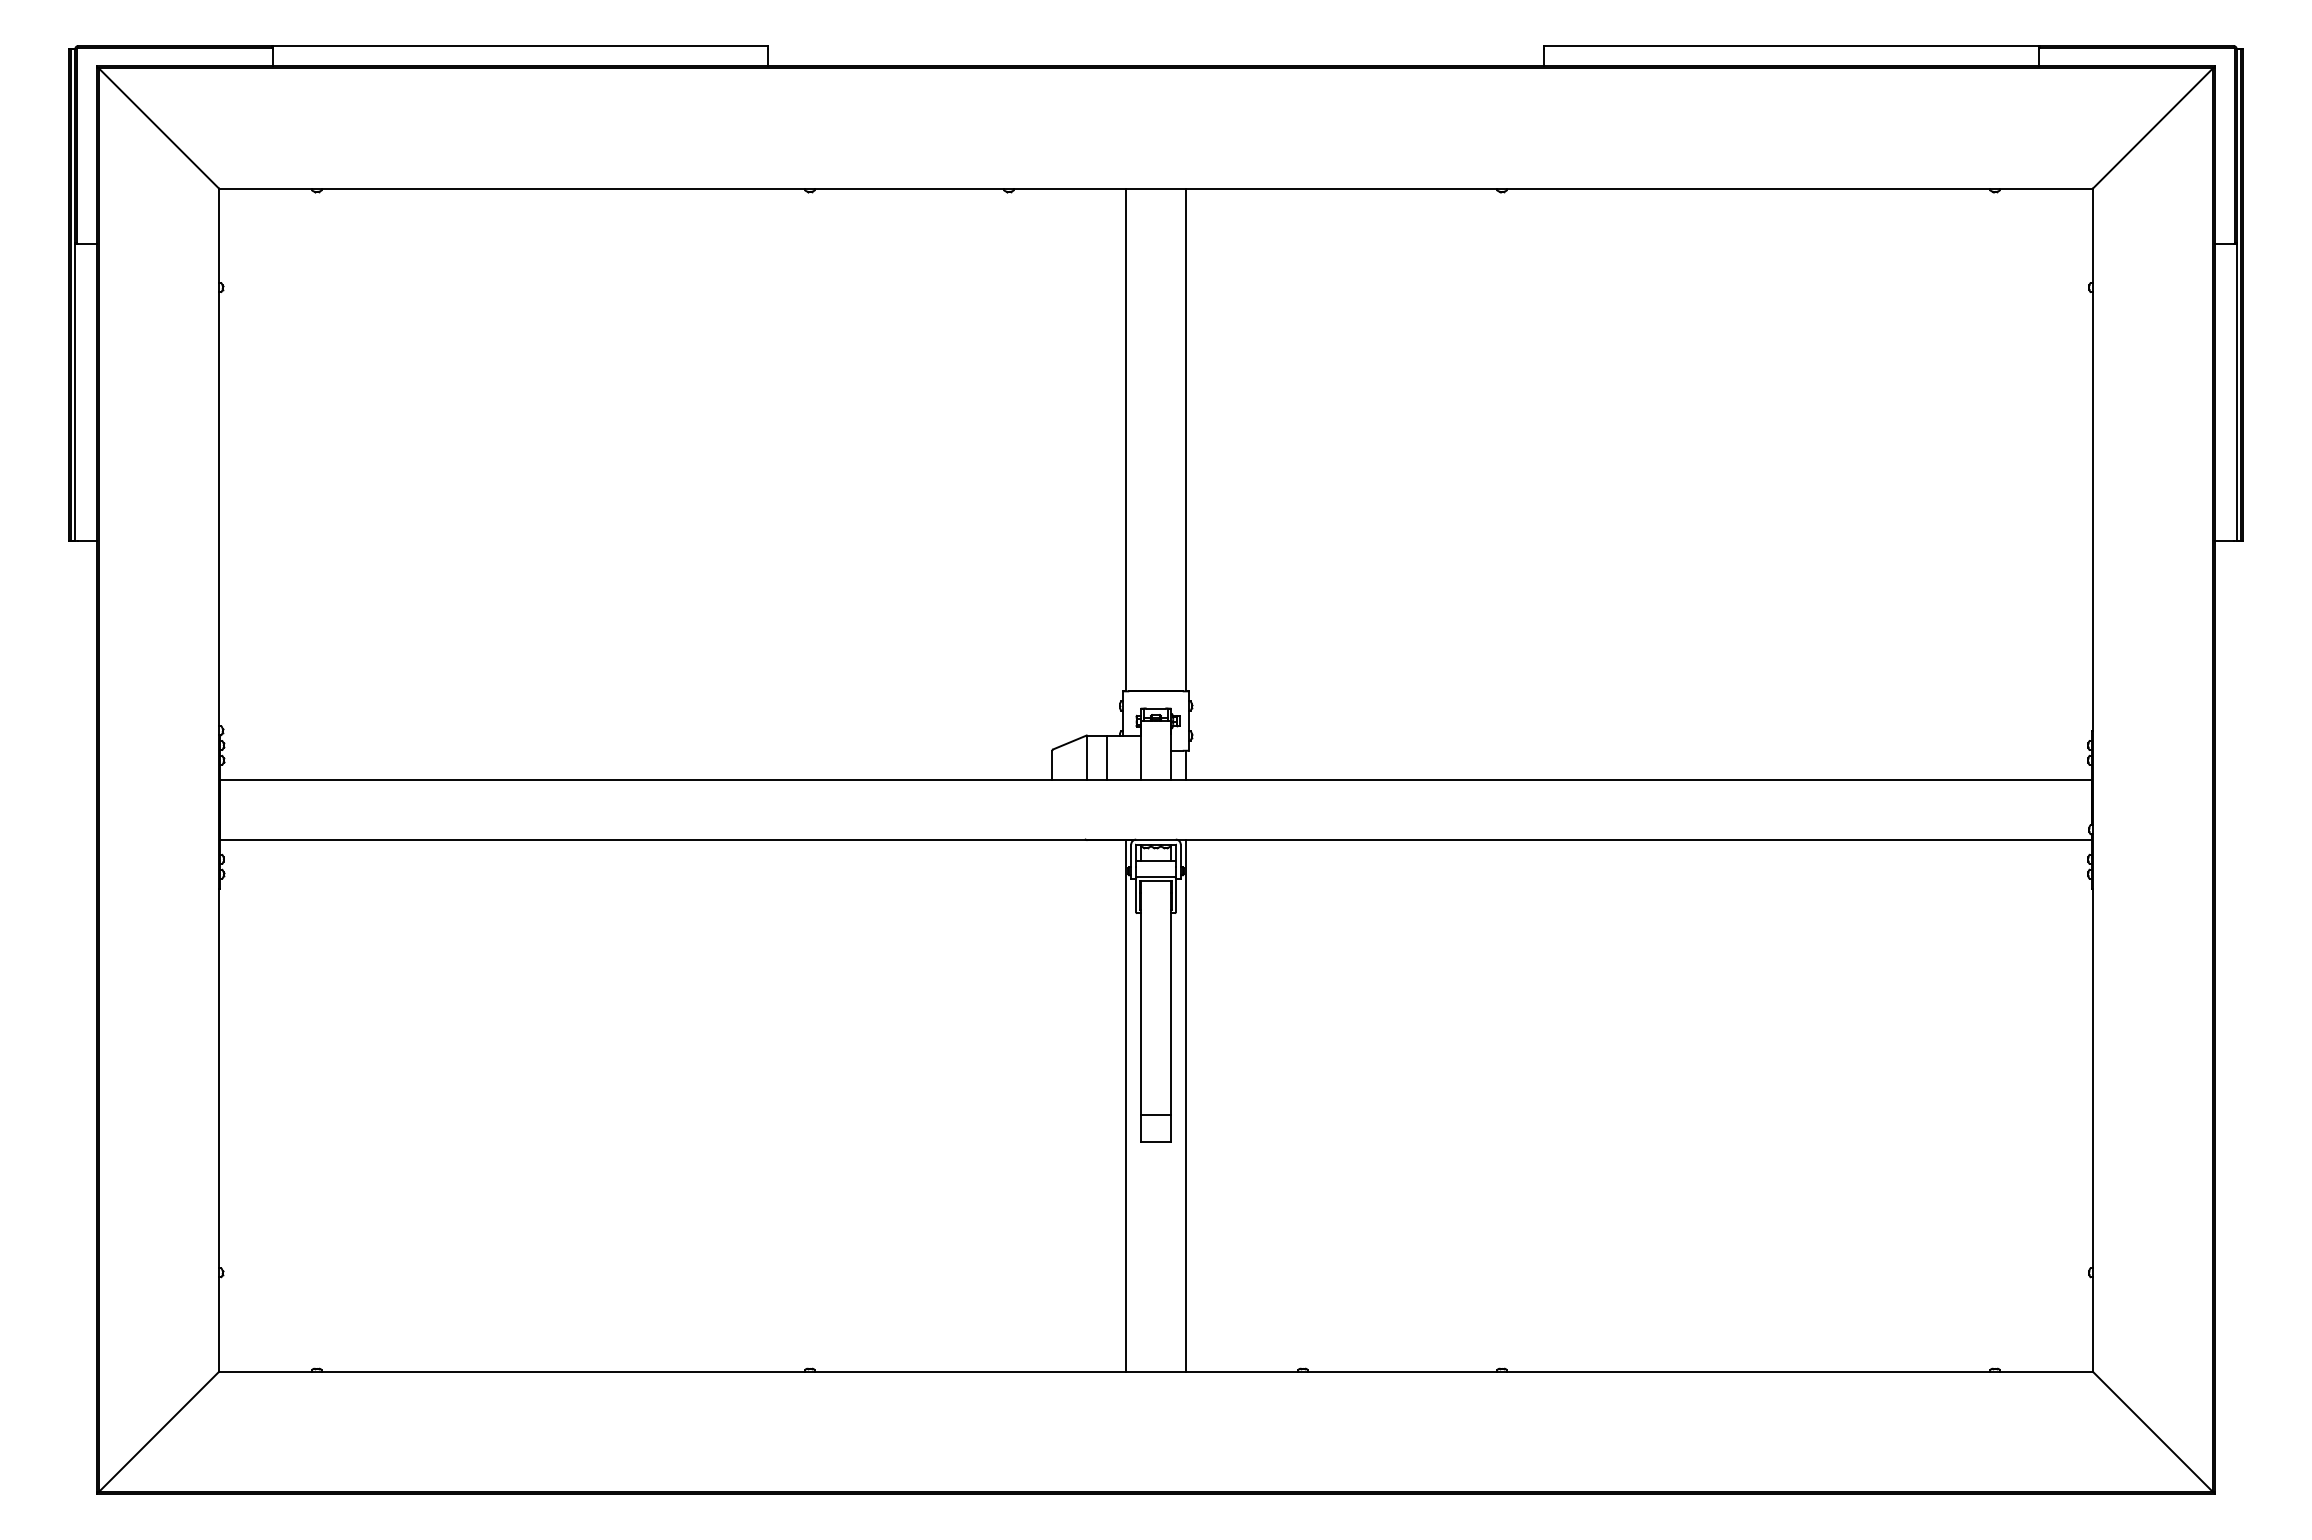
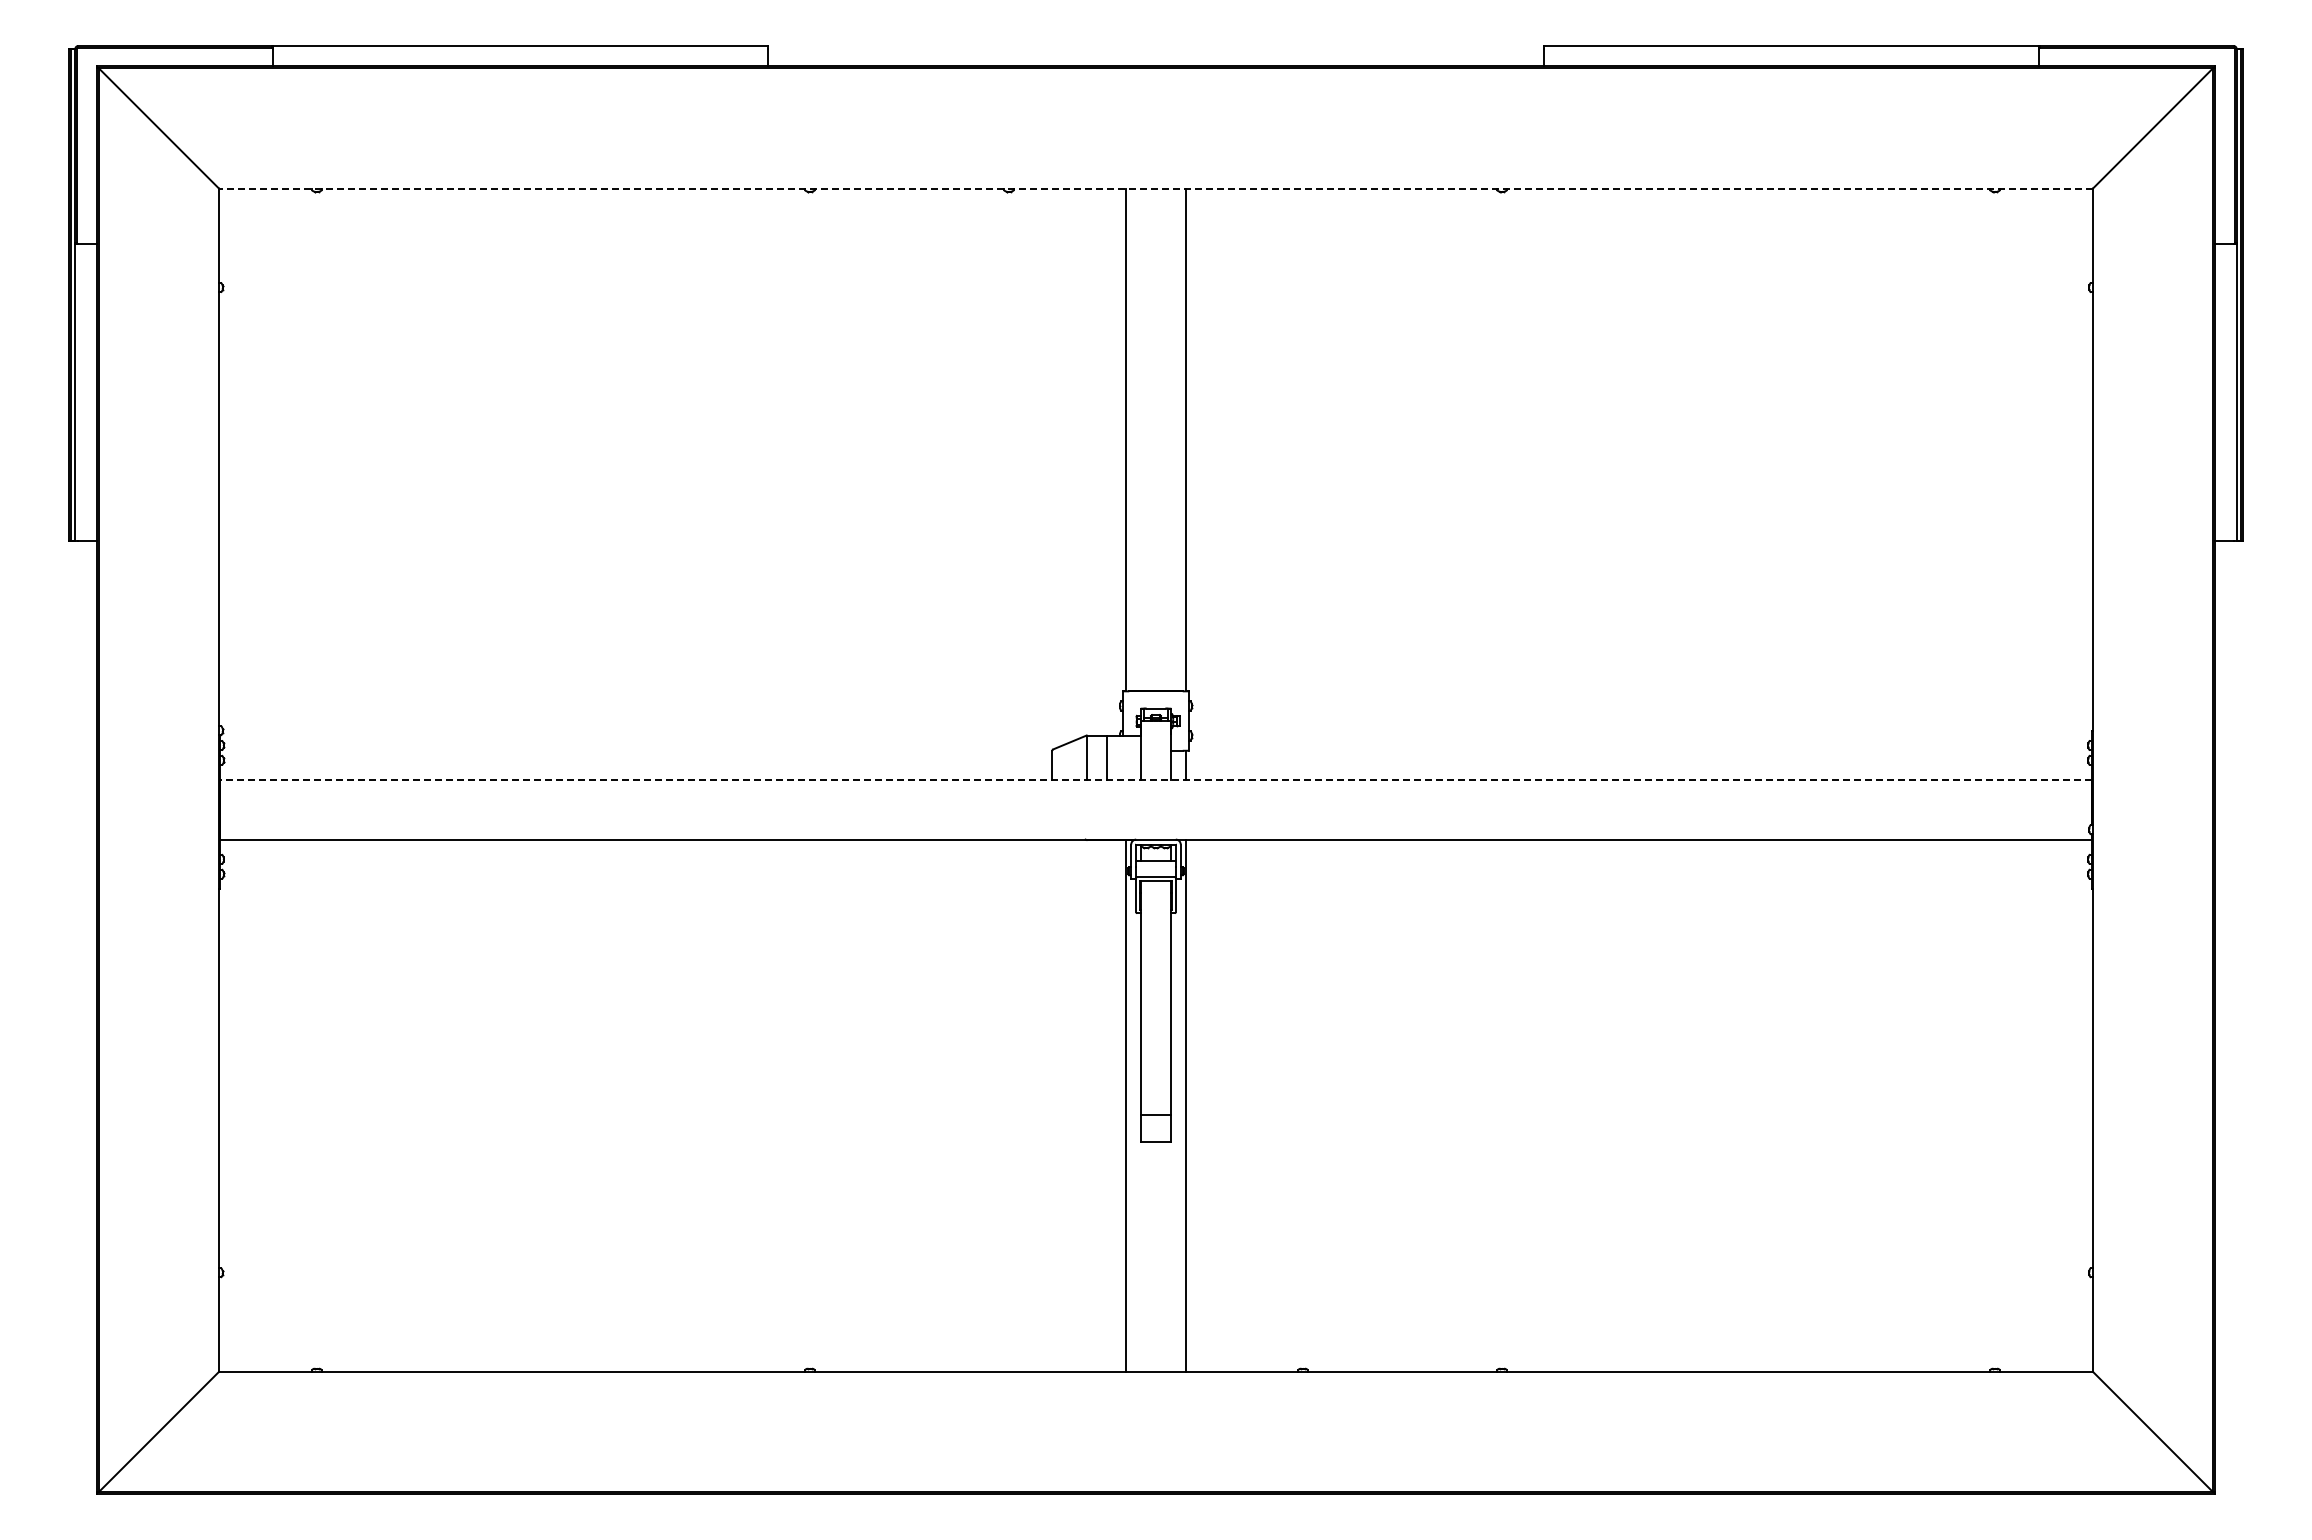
line at (1156, 188): solid -> dashed
line at (1156, 780): solid -> dashed
